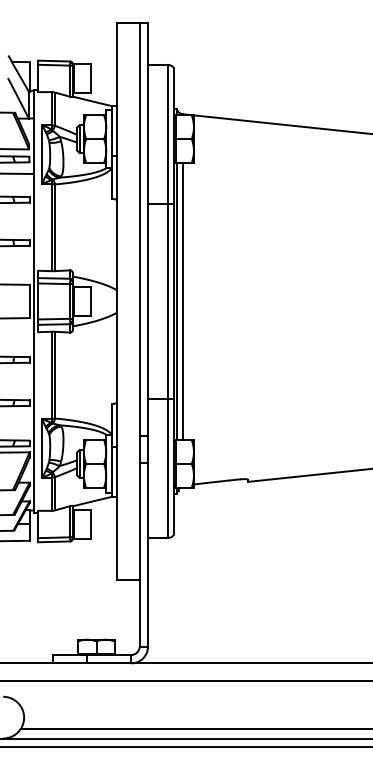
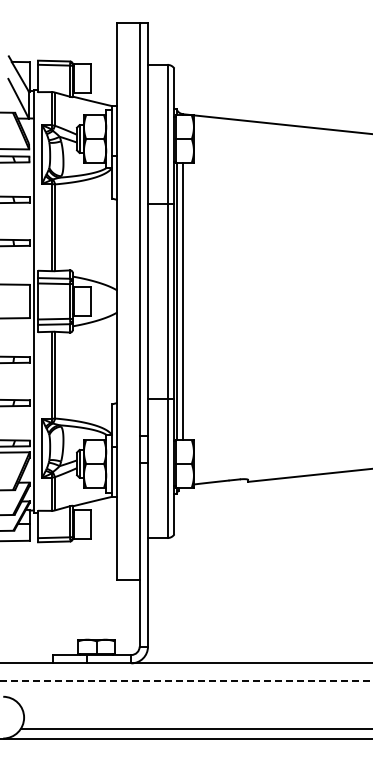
line at (17, 173): present -> none
line at (186, 680): solid -> dashed
line at (185, 746): present -> none
